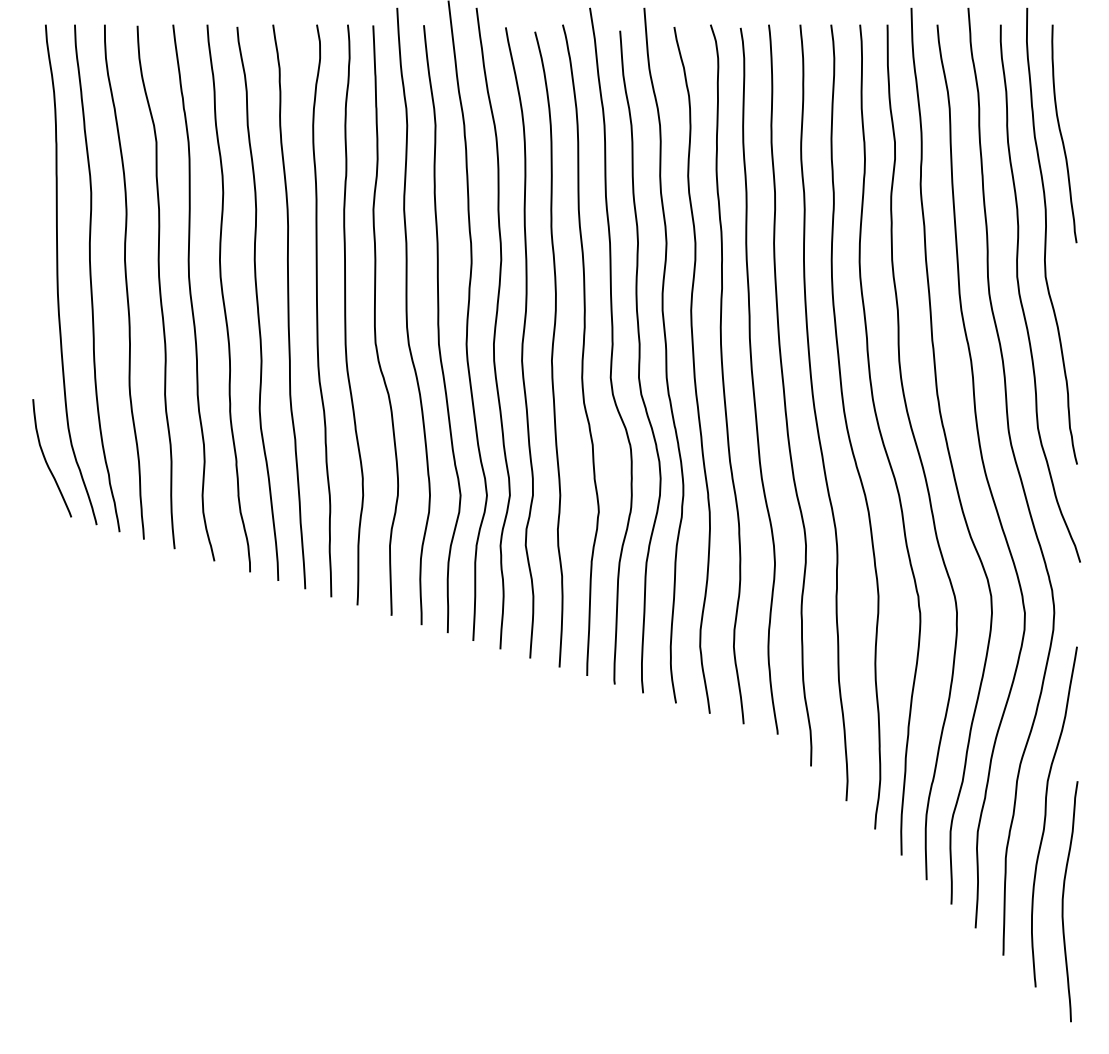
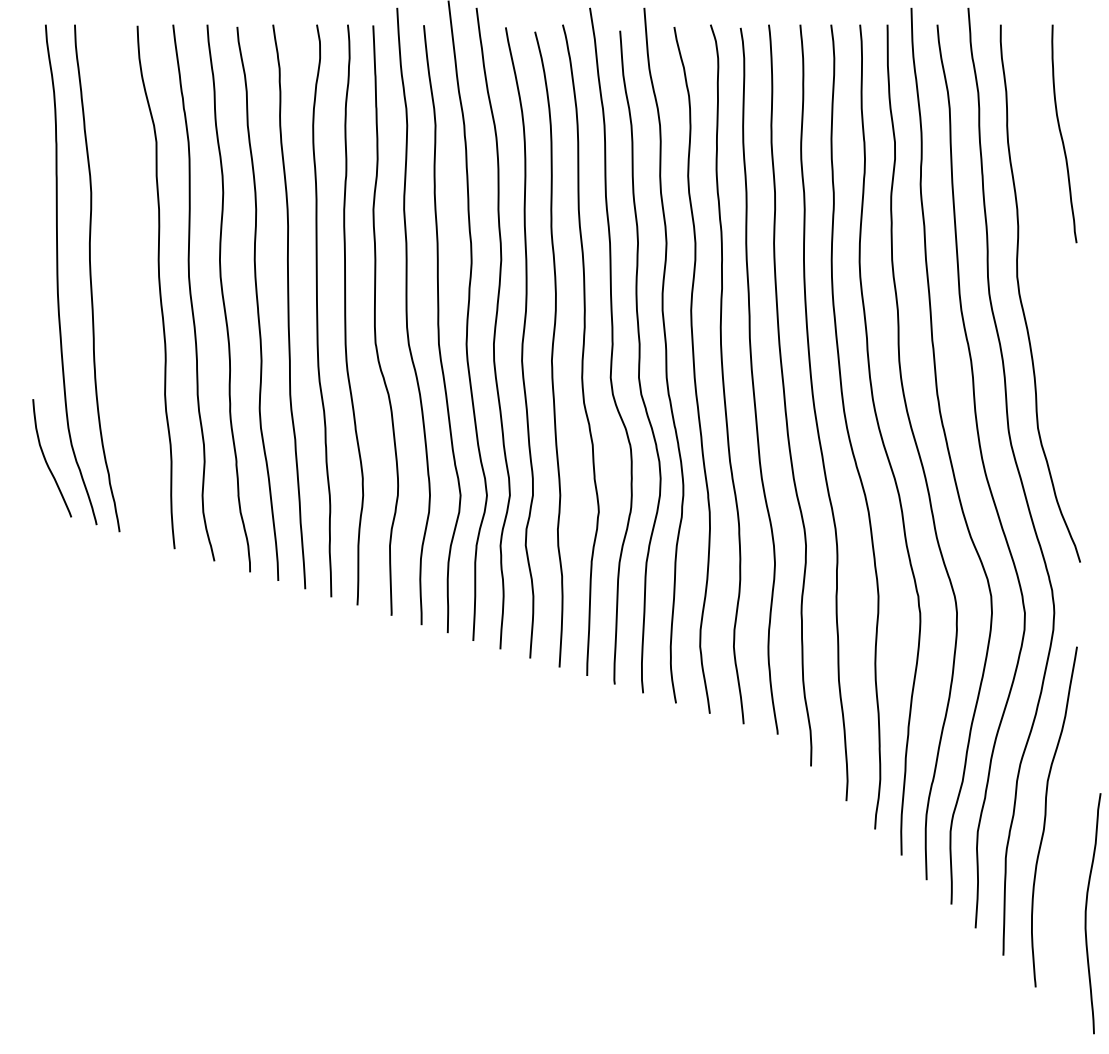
curve at (1046, 235): present -> none
curve at (125, 281): present -> none
curve at (1063, 901) position: (1063, 901) -> (1086, 913)
